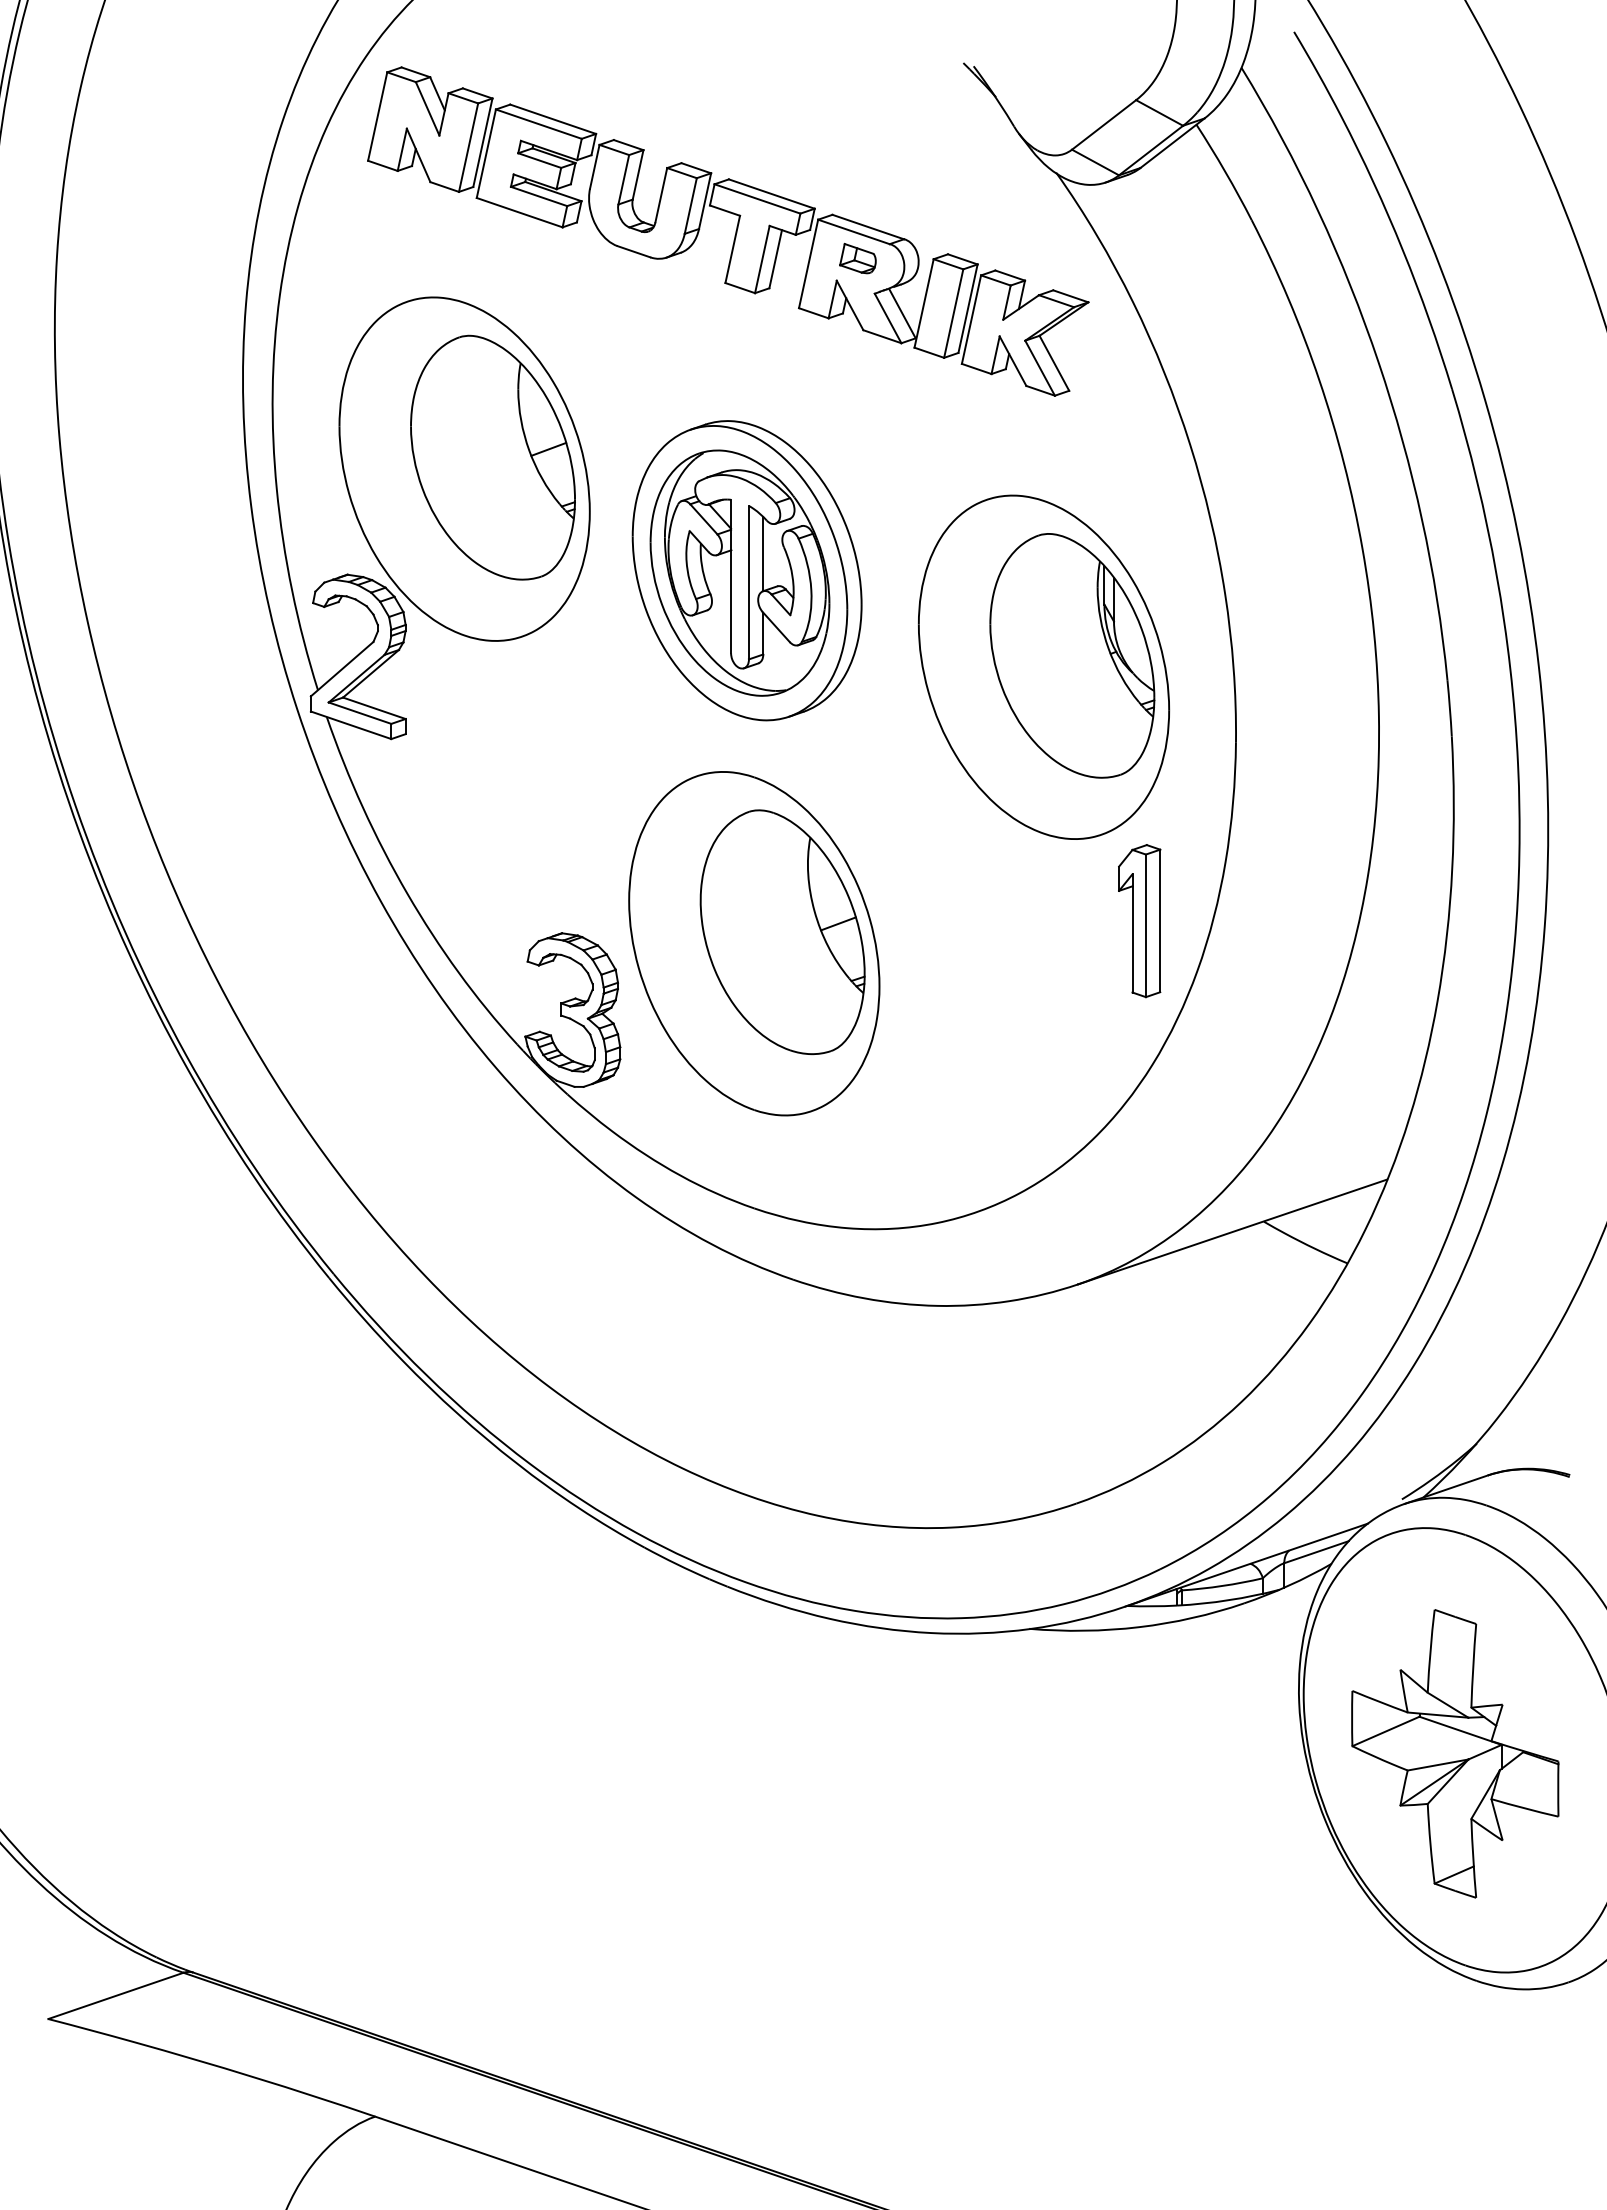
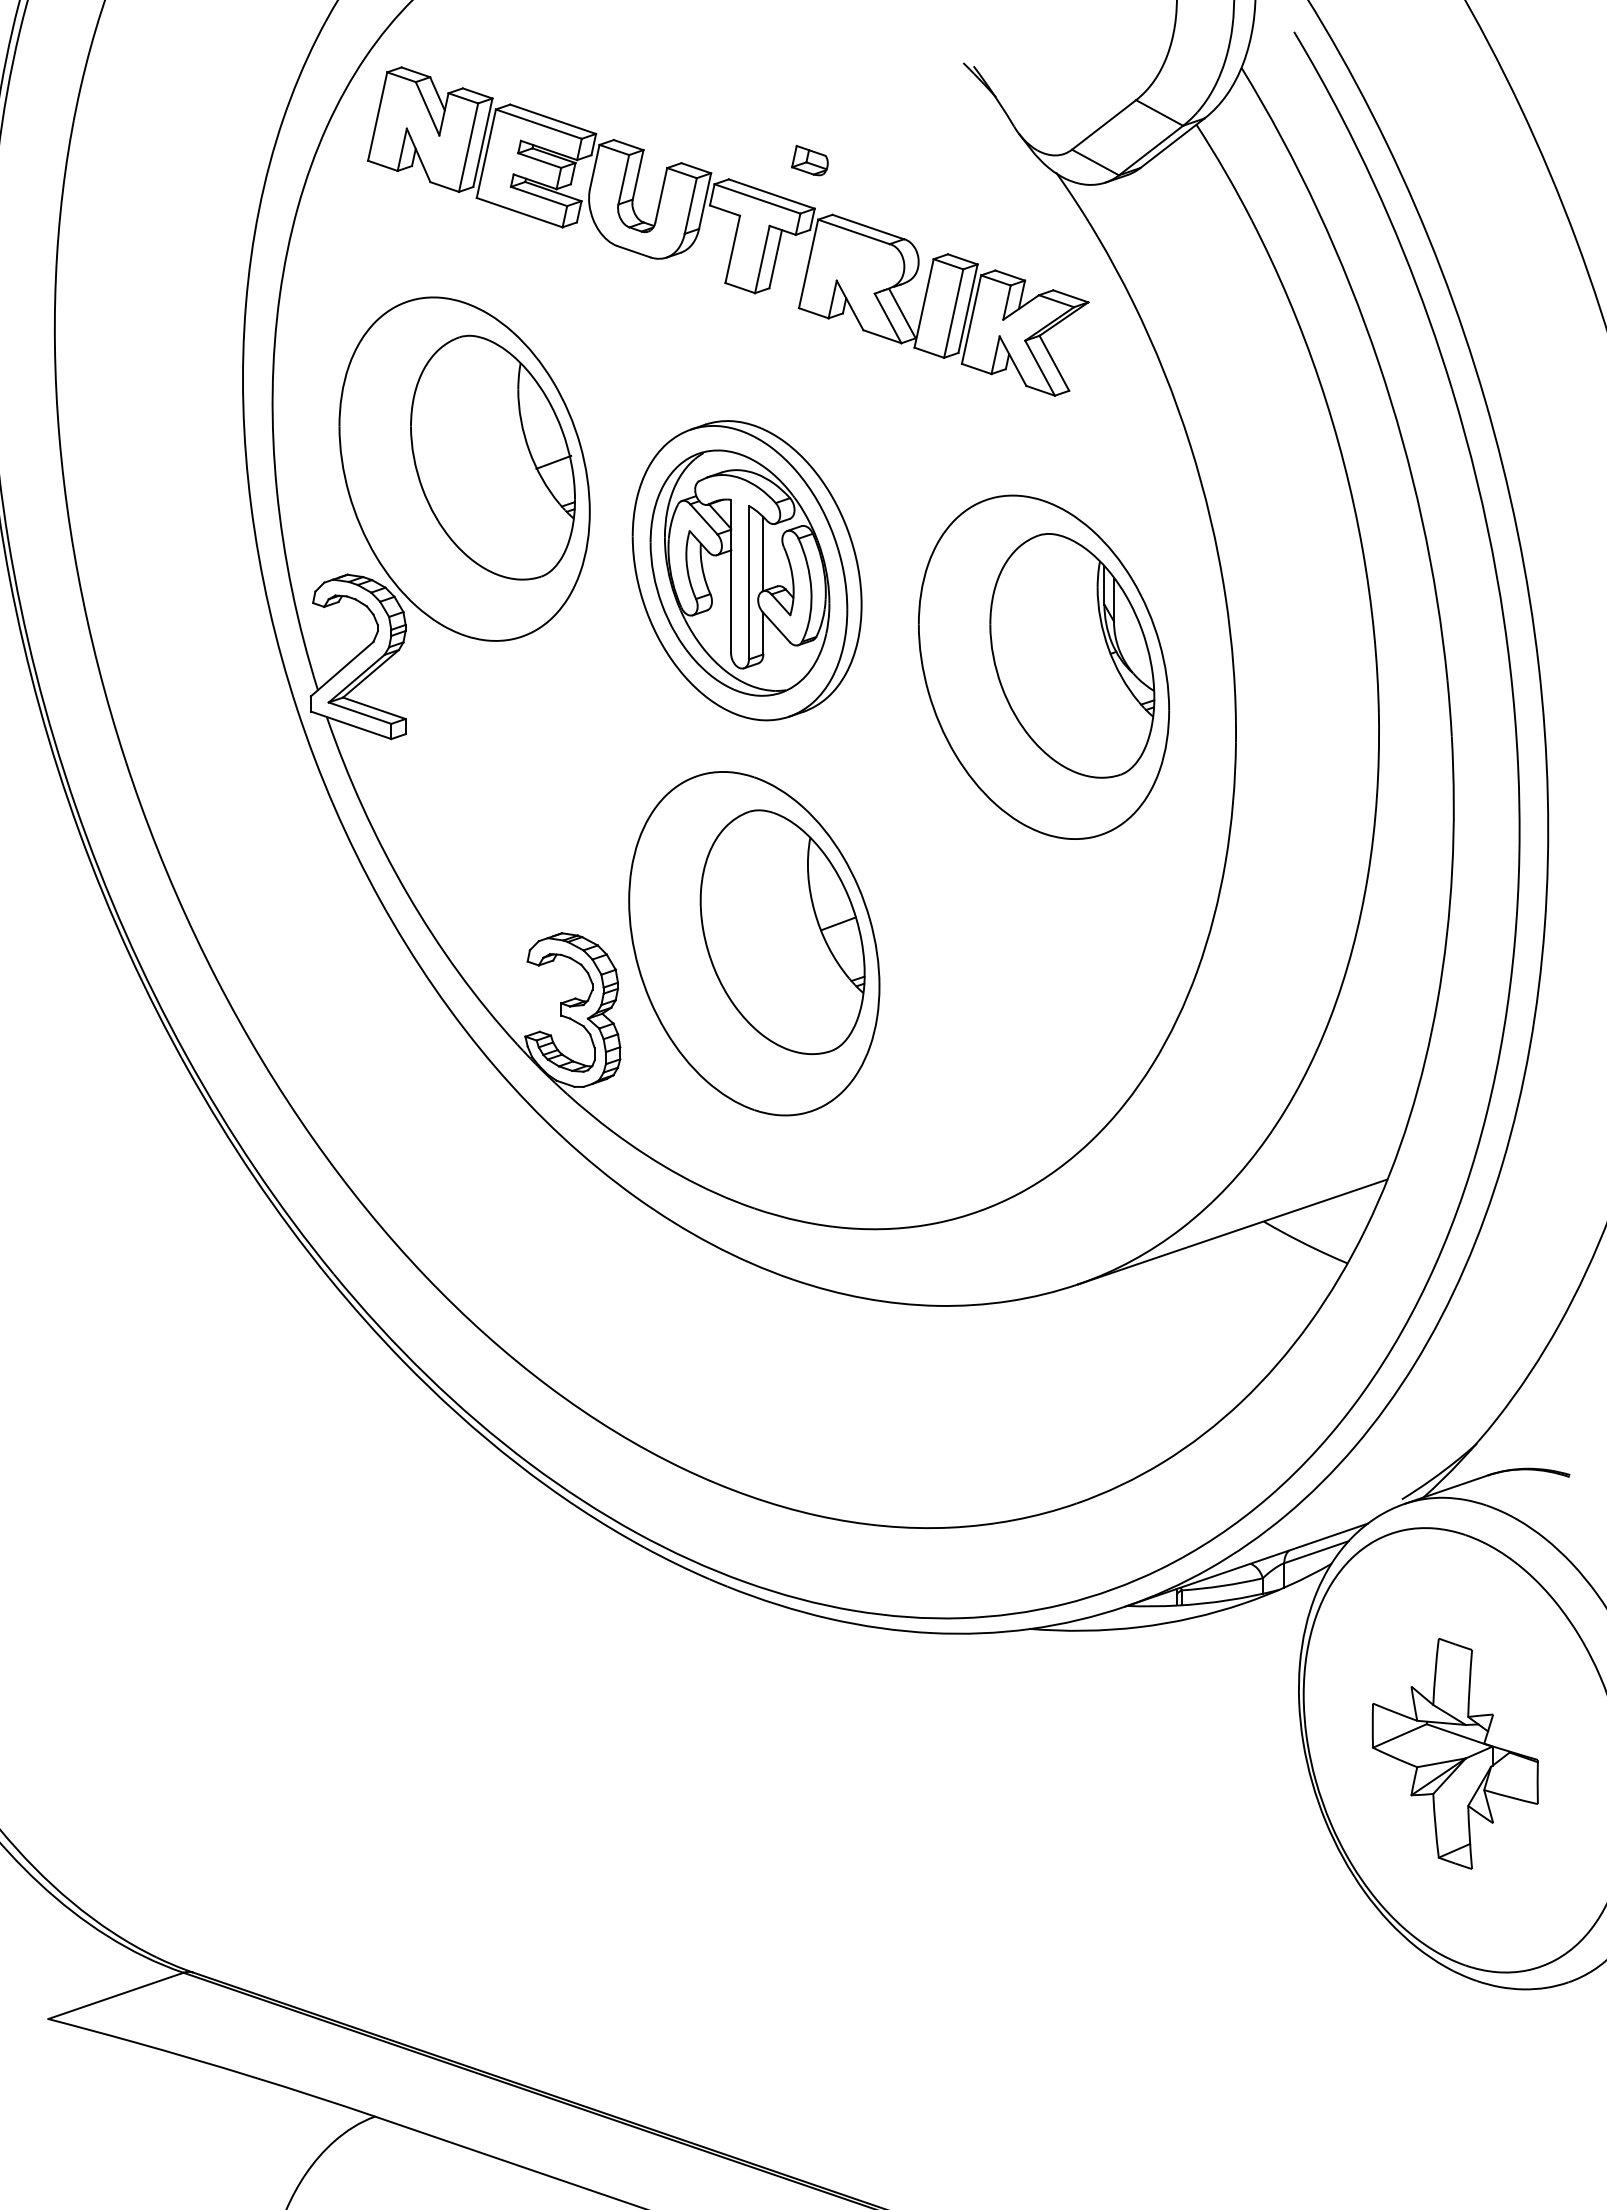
part at (857, 258) position: (857, 258) -> (809, 160)
line at (548, 448) position: (548, 448) -> (553, 461)
part at (1139, 921): present -> none
part at (1455, 1753) size: 209x290 px -> 168x233 px
